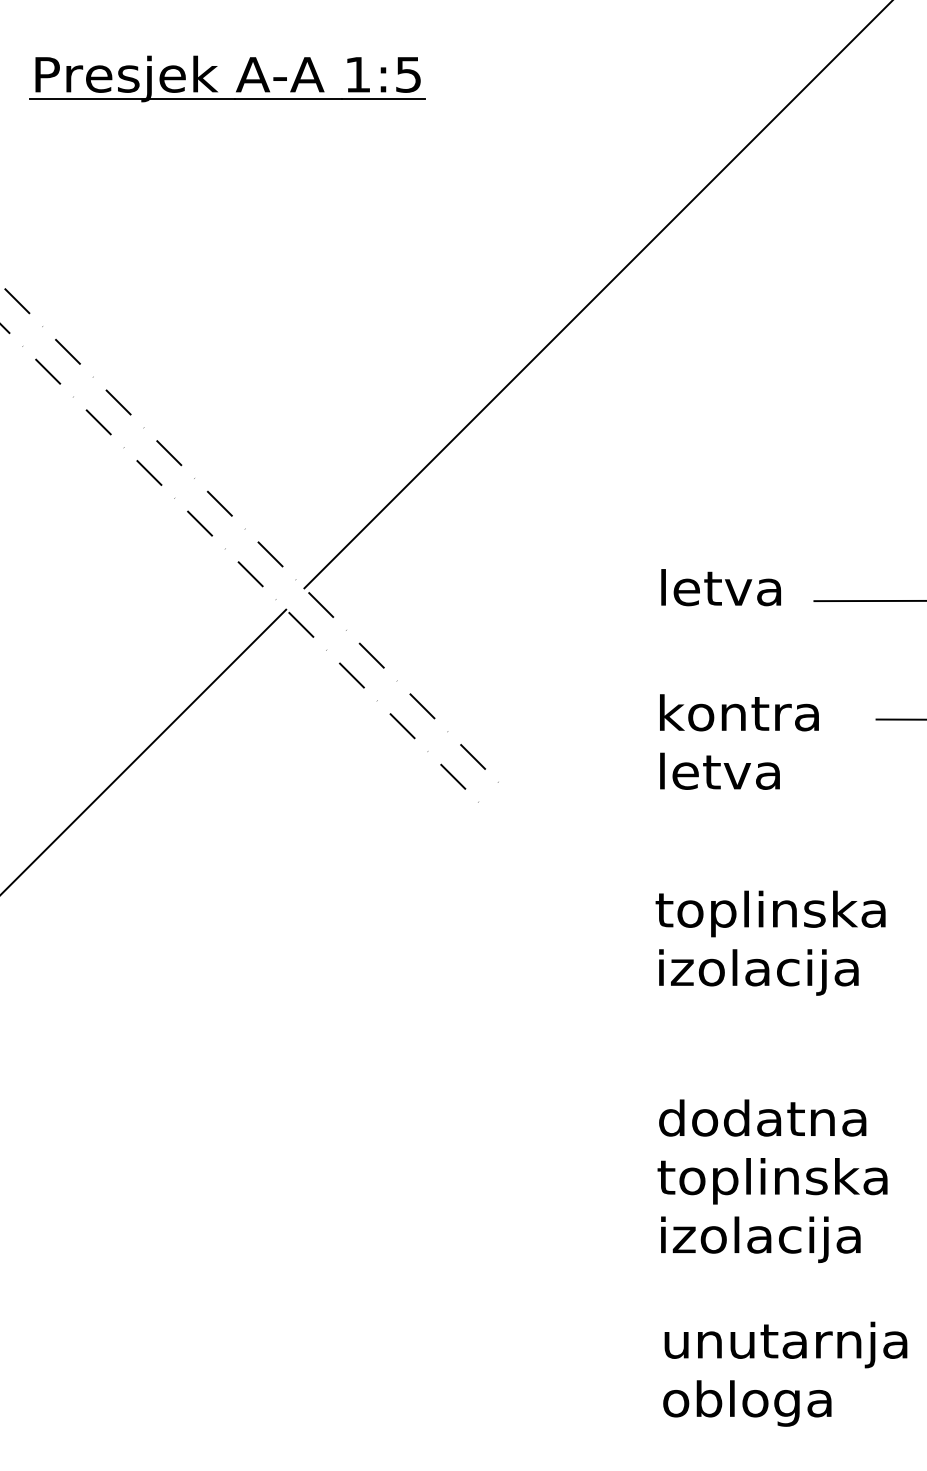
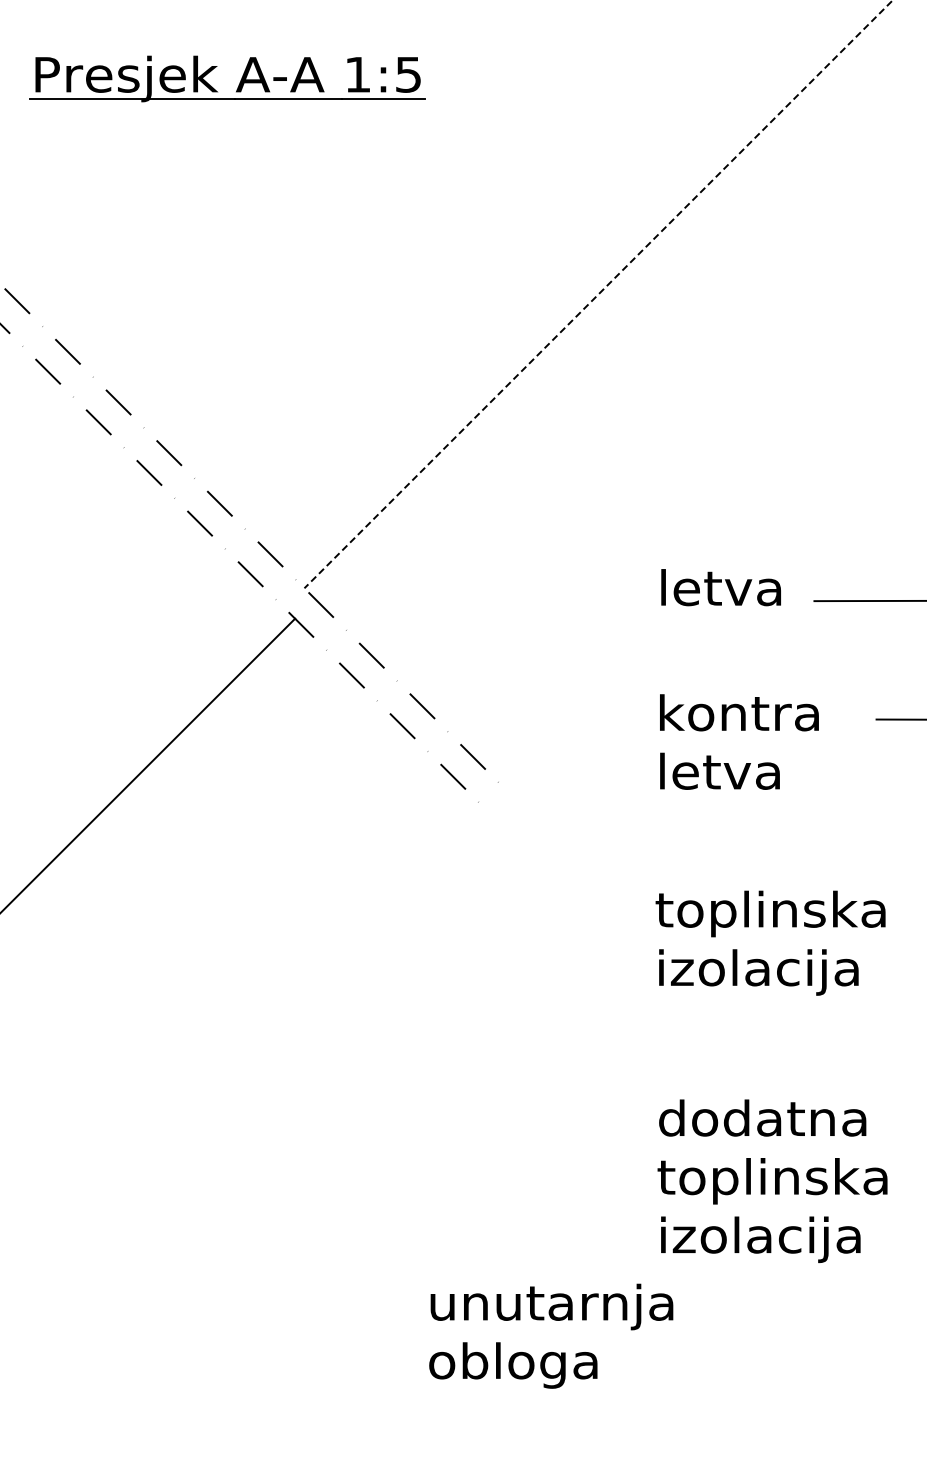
line at (598, 294): solid -> dashed
line at (144, 751) position: (144, 751) -> (148, 764)
text at (785, 1373) position: (785, 1373) -> (551, 1335)
